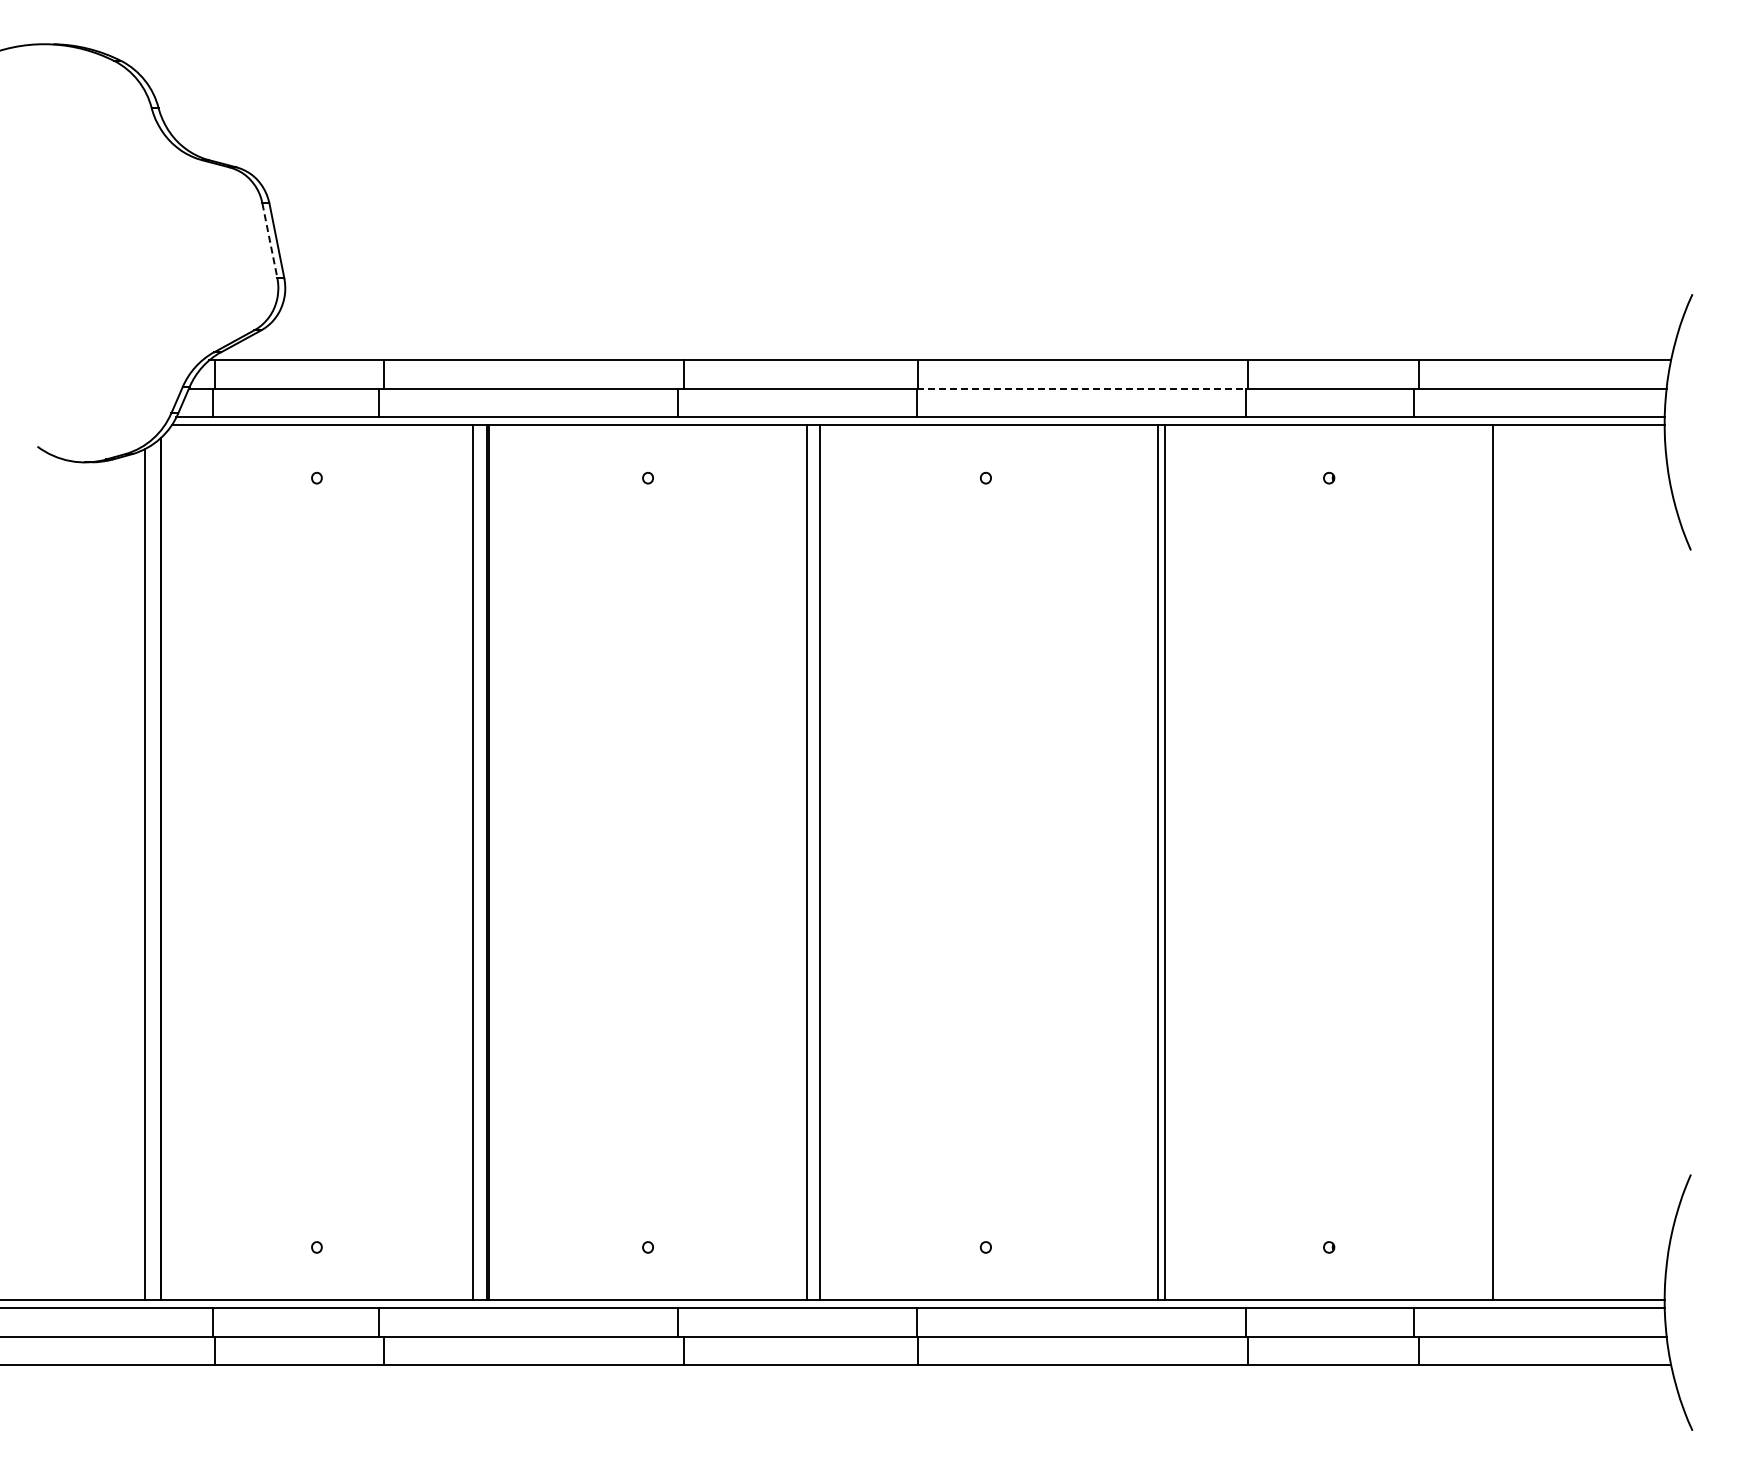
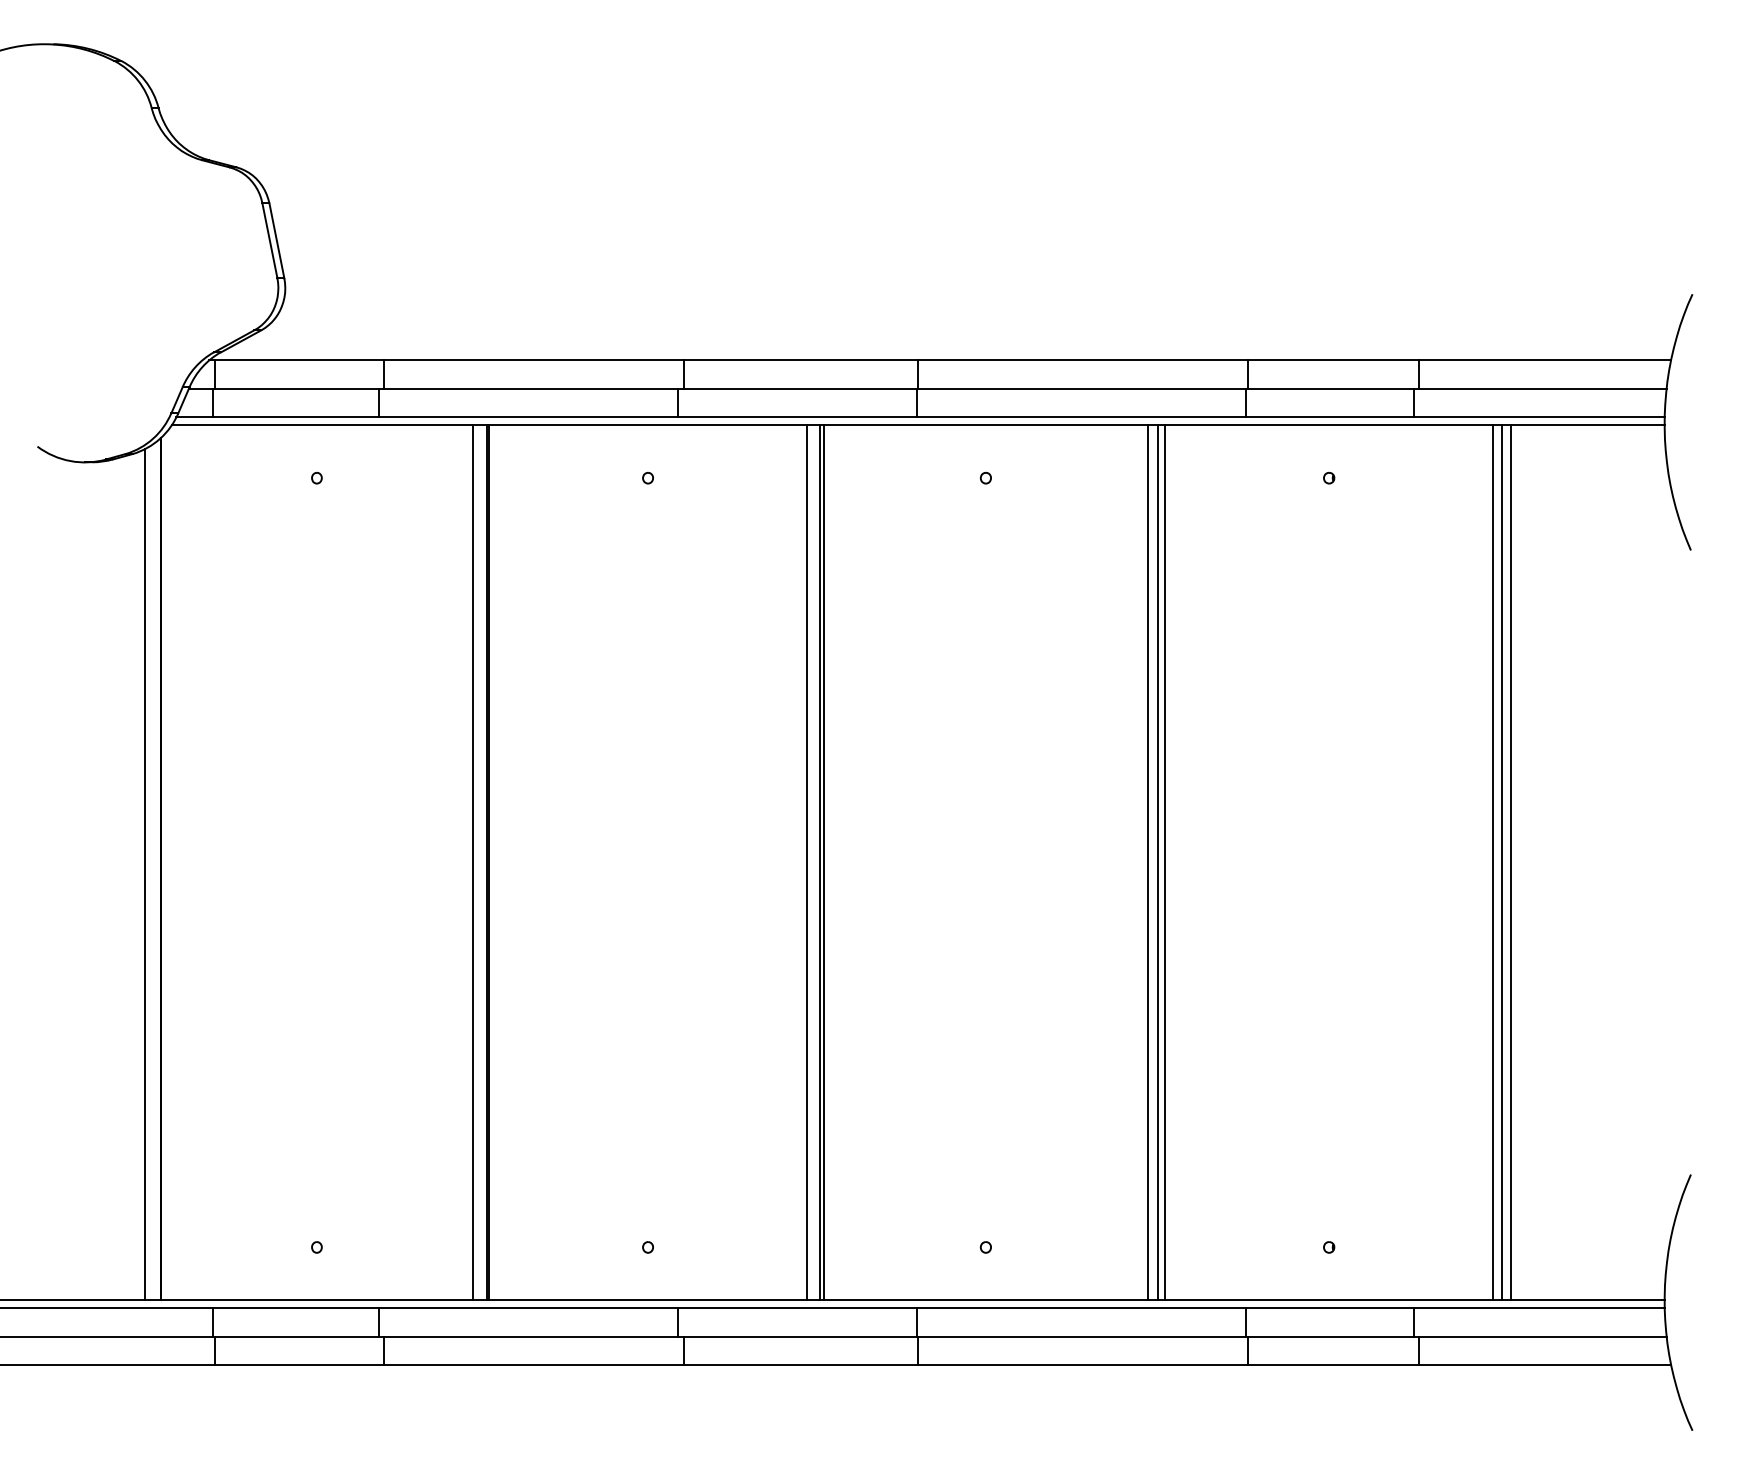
line at (270, 241): dashed -> solid
line at (1081, 388): dashed -> solid
line at (824, 862): none -> present
line at (1147, 862): none -> present
line at (1502, 862): none -> present
line at (1510, 862): none -> present
